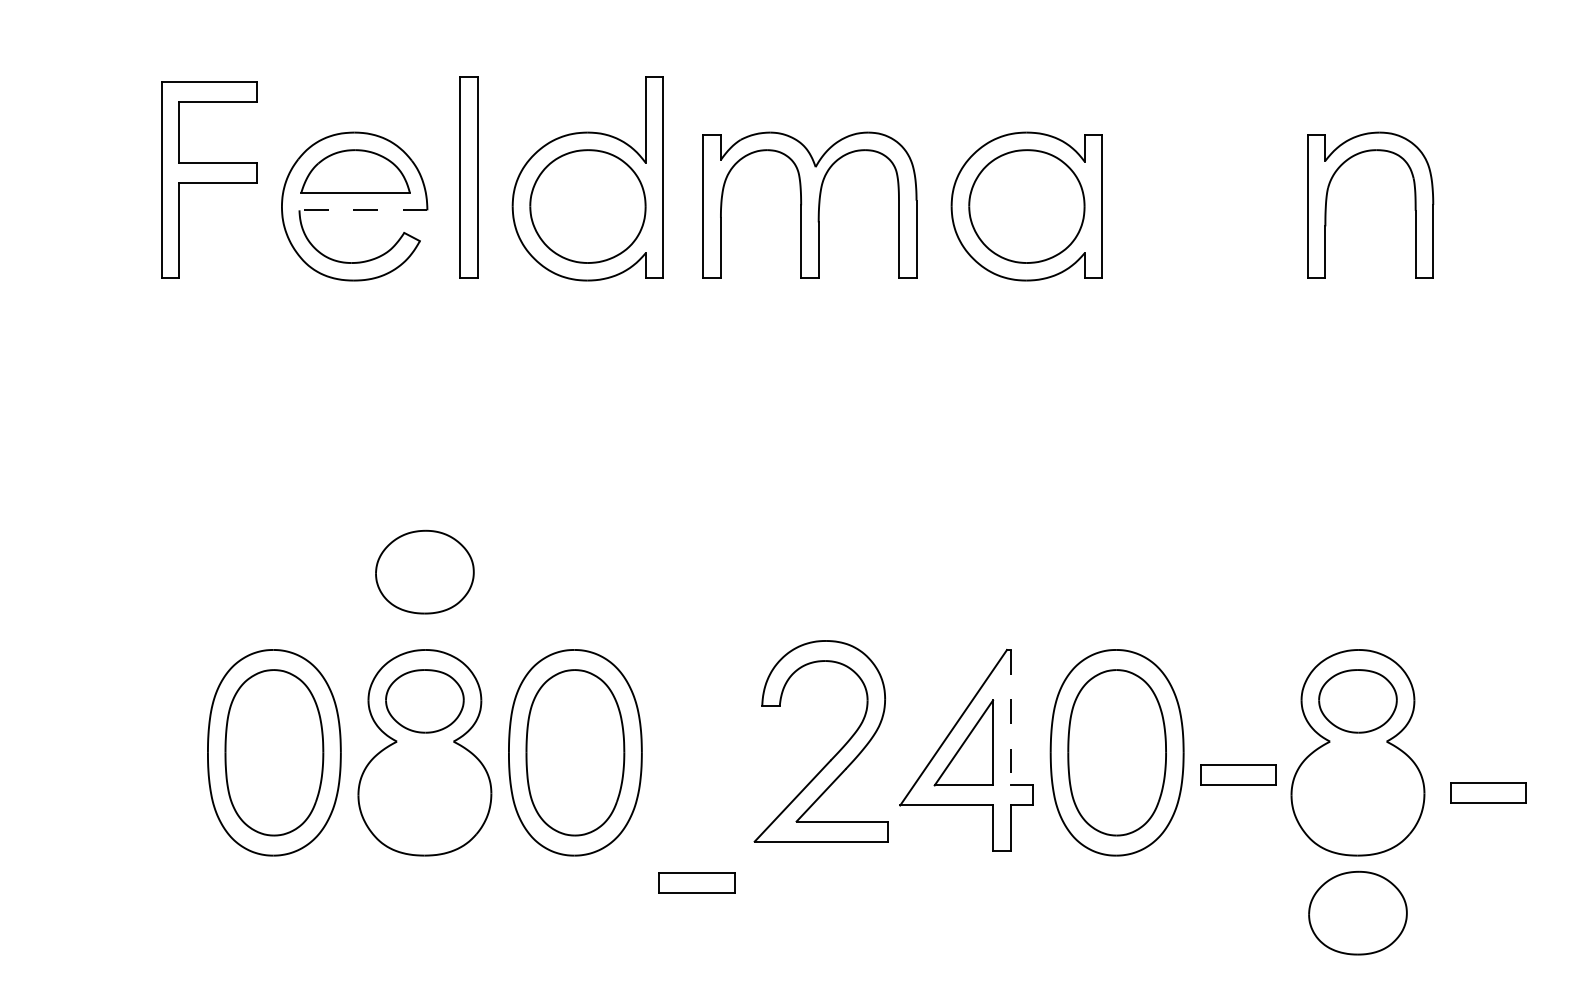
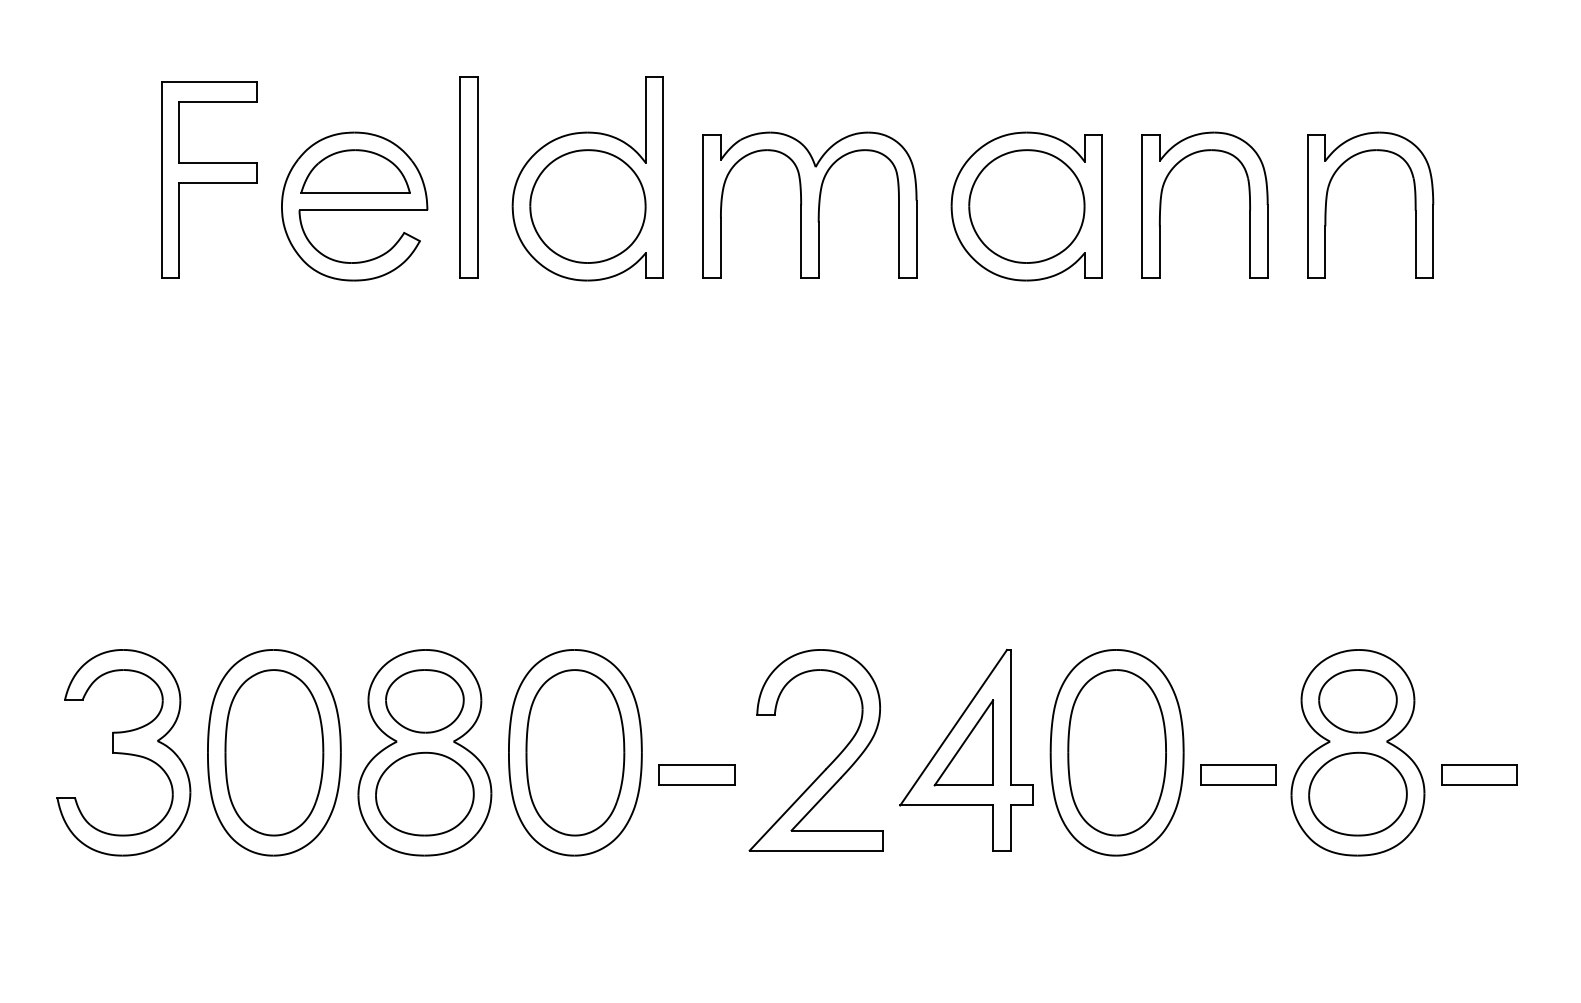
part at (1162, 195): none -> present
line at (363, 210): dashed -> solid
part at (424, 571) position: (424, 571) -> (424, 793)
line at (1010, 717): dashed -> solid
part at (837, 751) position: (837, 751) -> (832, 760)
part at (123, 752): none -> present
part at (1488, 792) position: (1488, 792) -> (1479, 774)
part at (696, 882) position: (696, 882) -> (696, 774)
part at (1357, 912) position: (1357, 912) -> (1357, 793)
